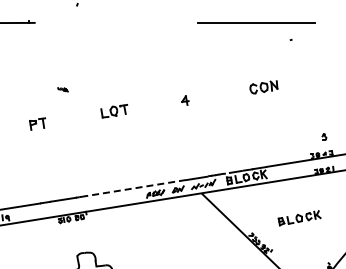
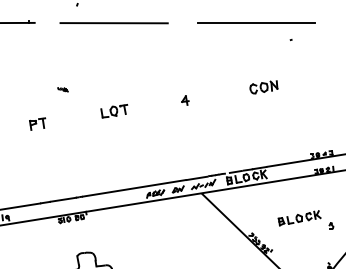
line at (113, 23): none -> present
part at (324, 136) position: (324, 136) -> (331, 225)
line at (133, 188): dashed -> solid
